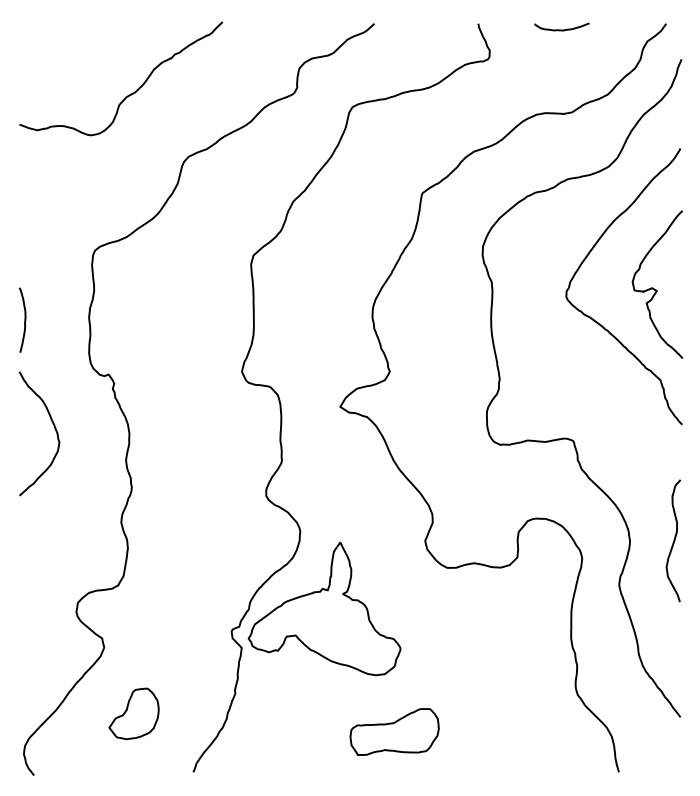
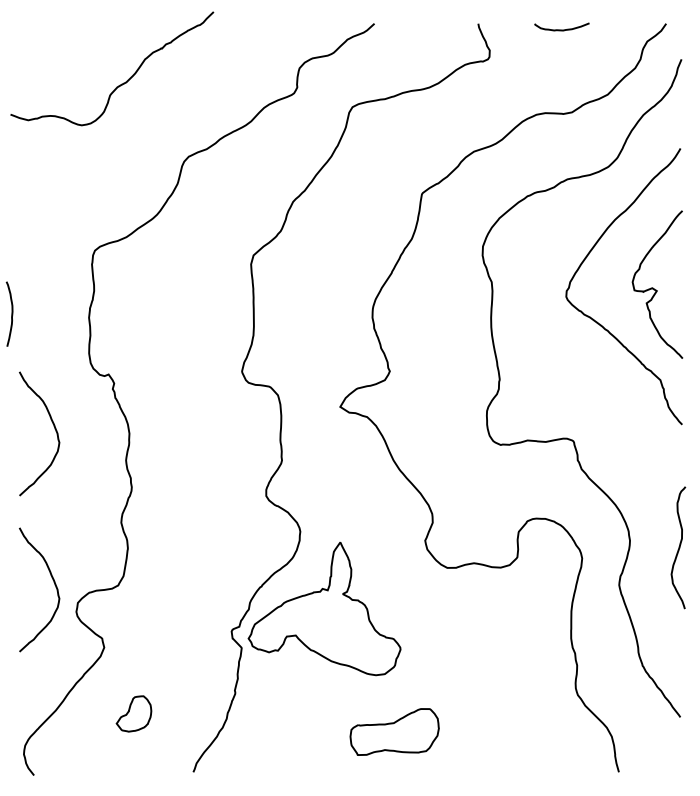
curve at (130, 93) position: (130, 93) -> (121, 83)
curve at (24, 319) position: (24, 319) -> (11, 313)
curve at (673, 540) position: (673, 540) -> (678, 547)
curve at (54, 585): none -> present
part at (133, 713) size: 52x54 px -> 38x38 px
